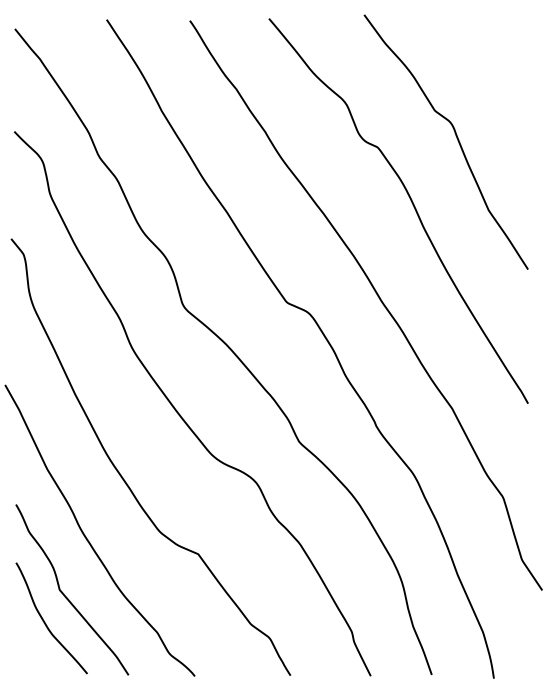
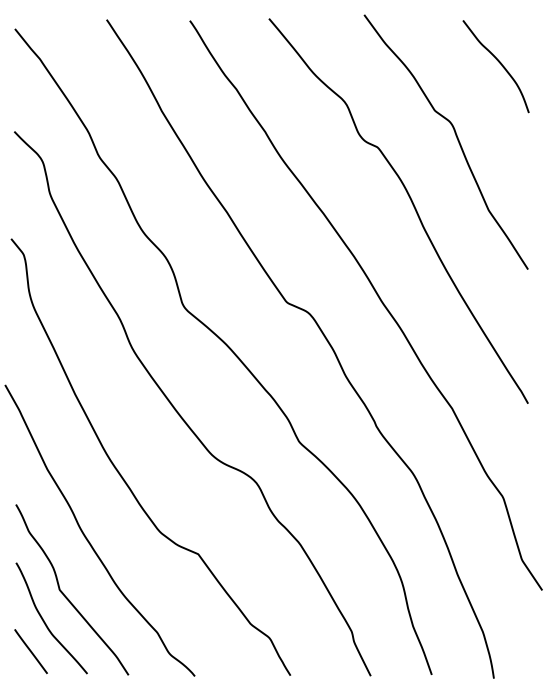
curve at (498, 62): none -> present
line at (30, 651): none -> present
